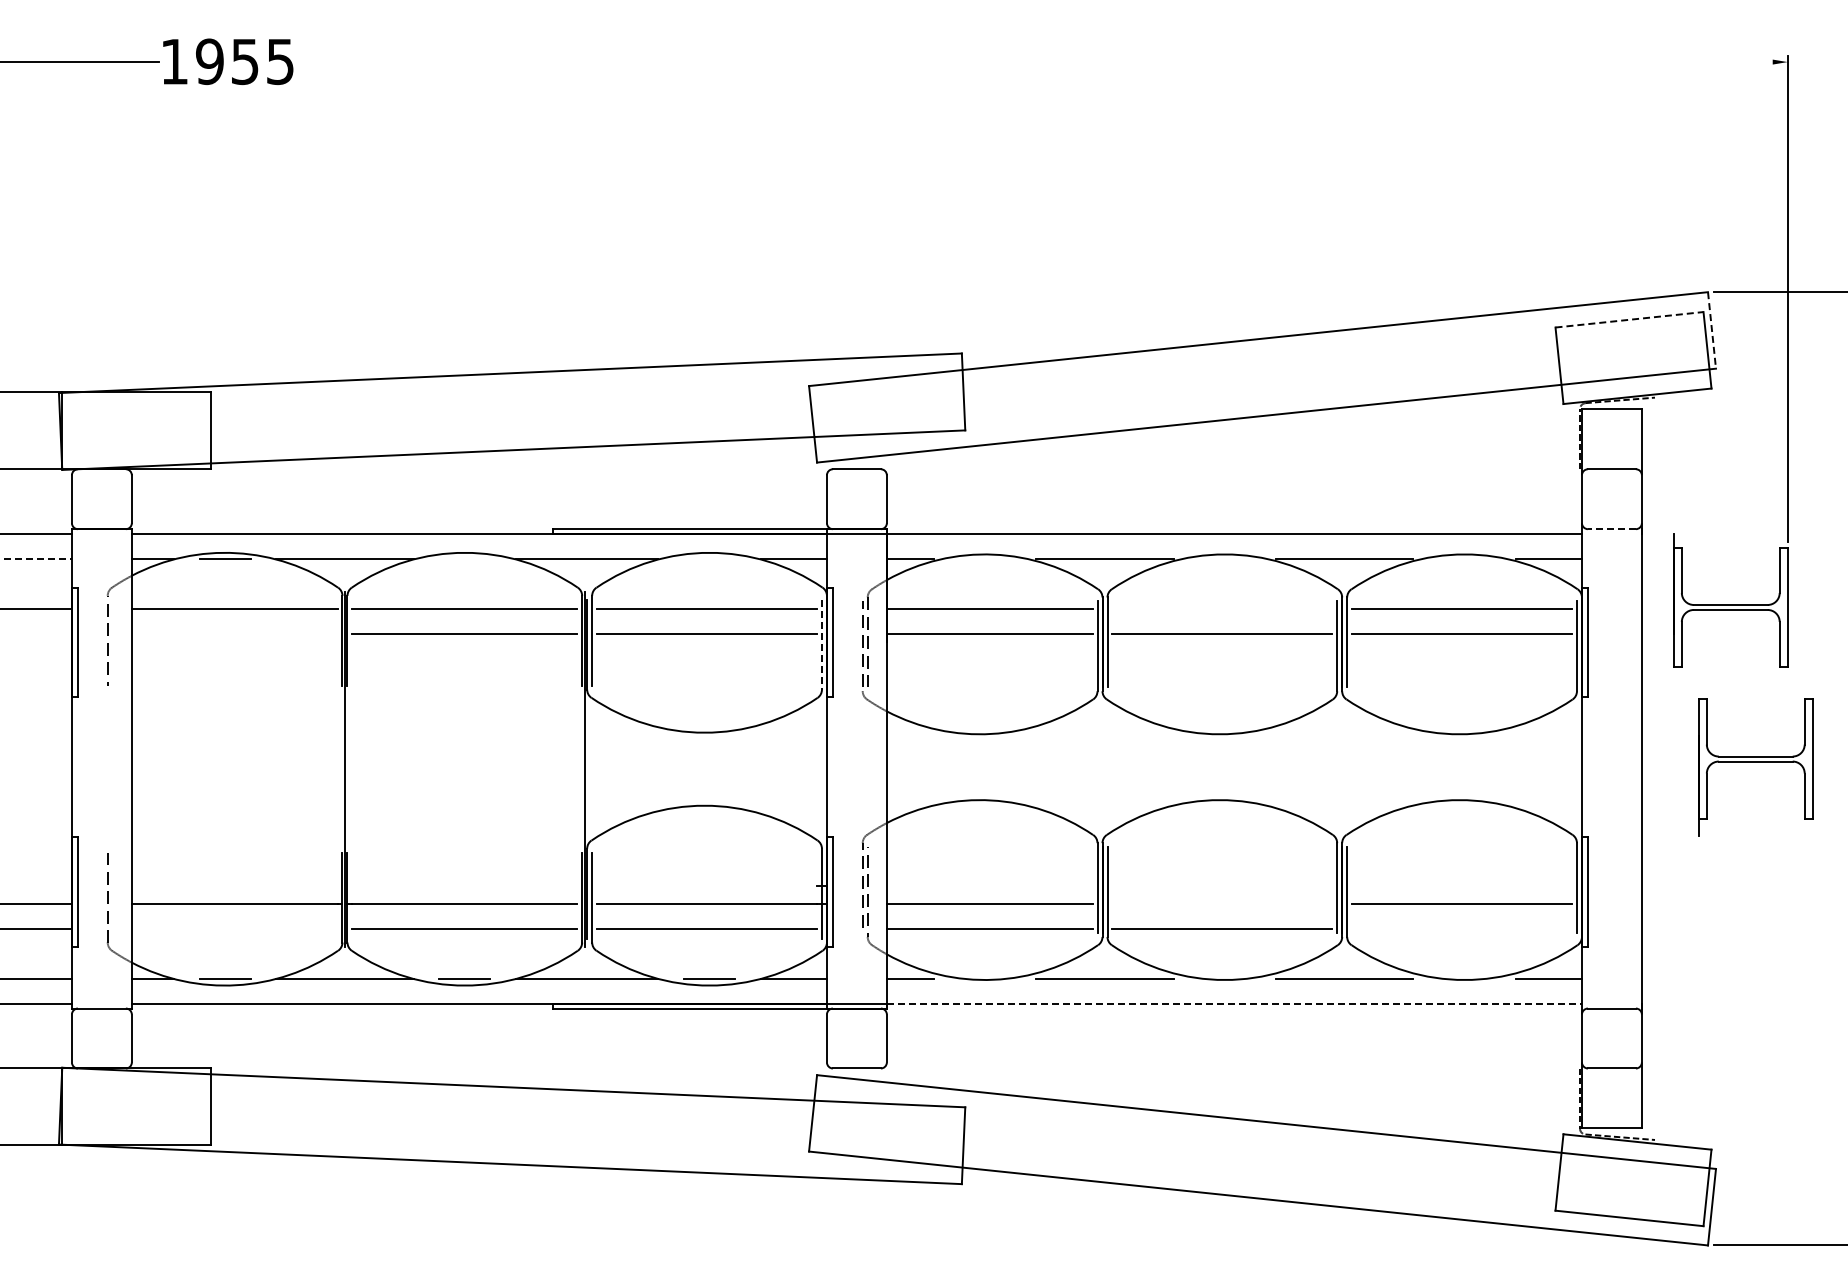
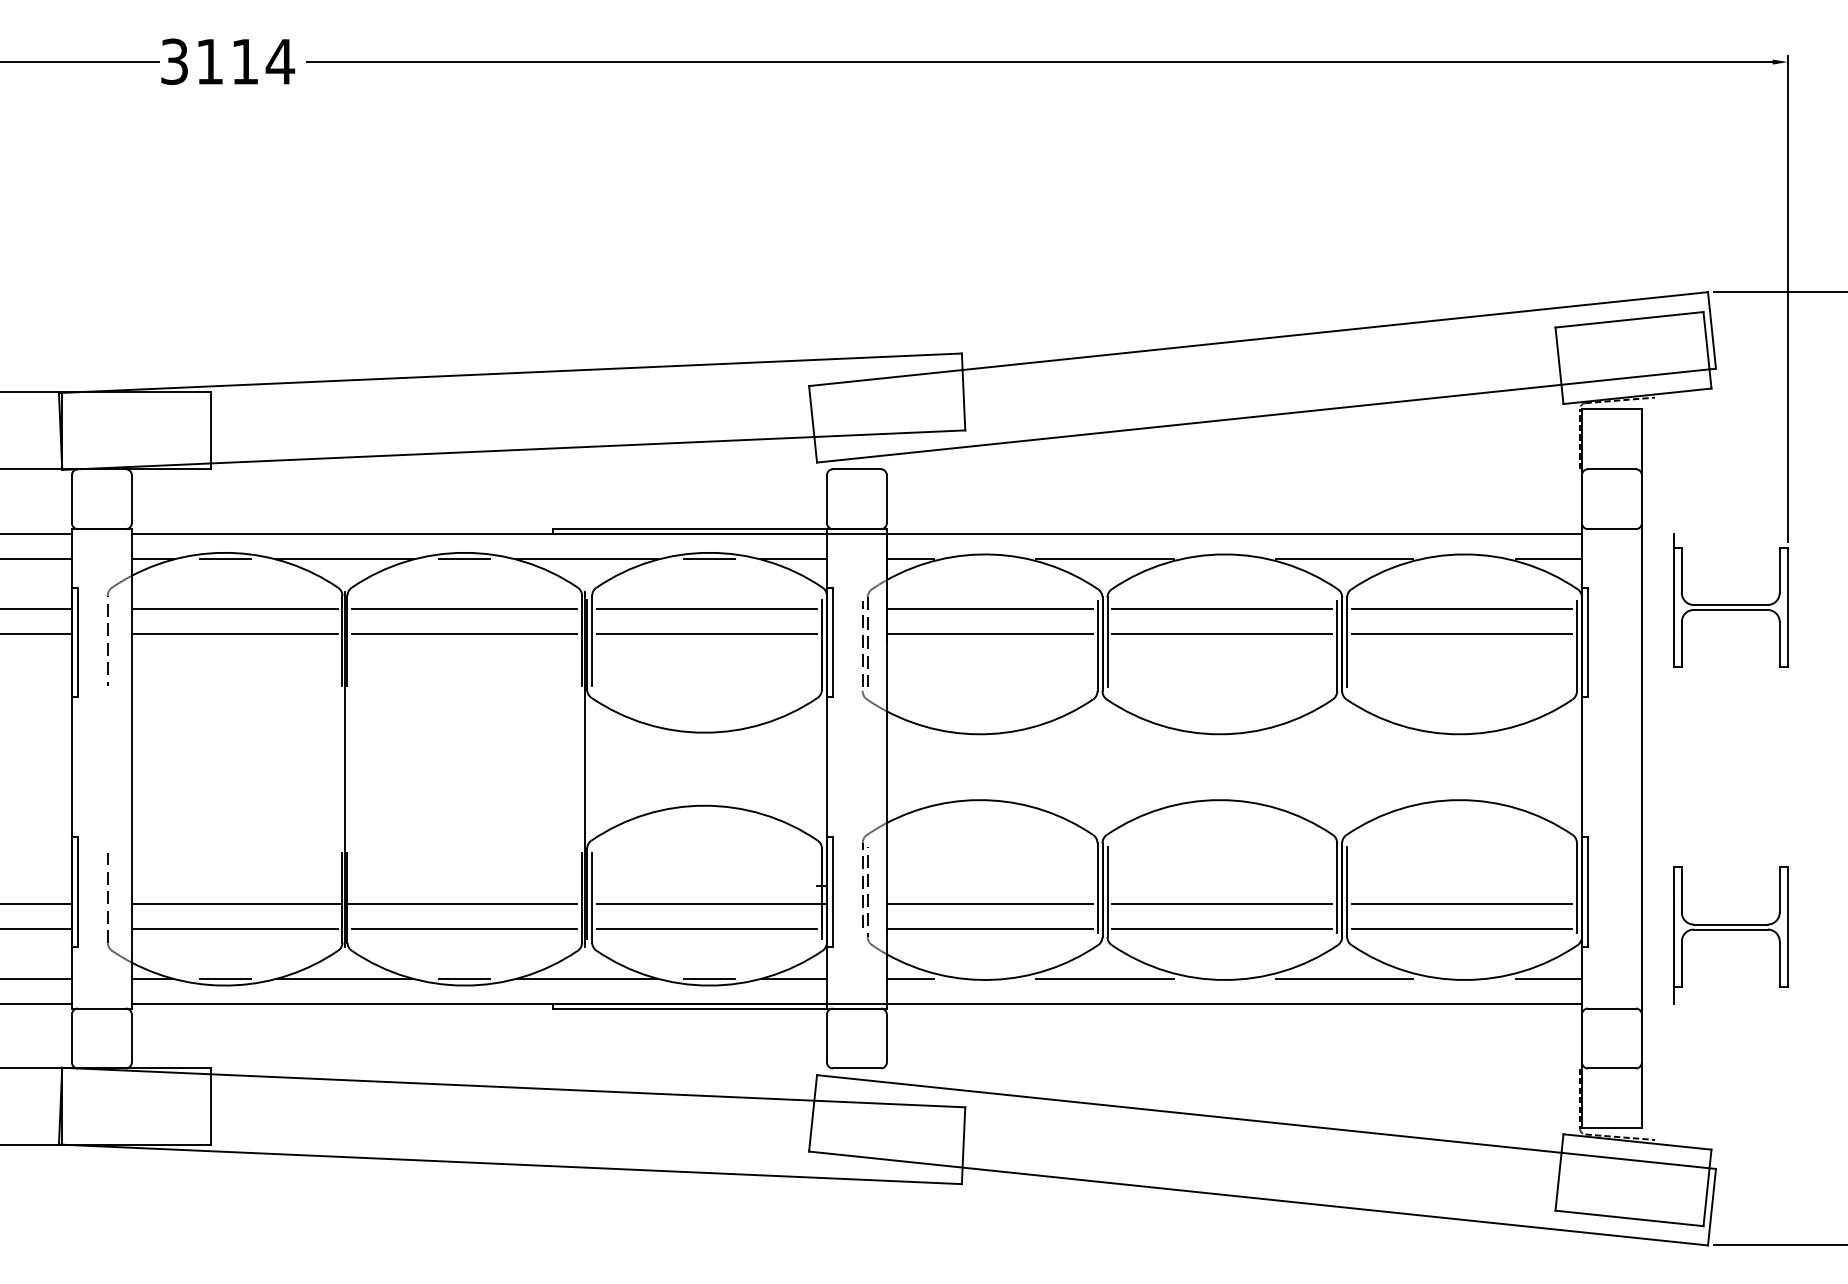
text at (228, 61): 1955 -> 3114
line at (1039, 62): none -> present
line at (1630, 319): dashed -> solid
line at (1712, 330): dashed -> solid
line at (1611, 529): dashed -> solid
line at (35, 559): dashed -> solid
line at (464, 559): none -> present
line at (709, 559): none -> present
line at (1222, 609): none -> present
line at (36, 634): none -> present
line at (234, 634): none -> present
line at (821, 644): dashed -> solid
part at (1755, 767) position: (1755, 767) -> (1730, 935)
line at (1222, 903): none -> present
line at (234, 928): none -> present
line at (1461, 928): none -> present
line at (1234, 1003): dashed -> solid
